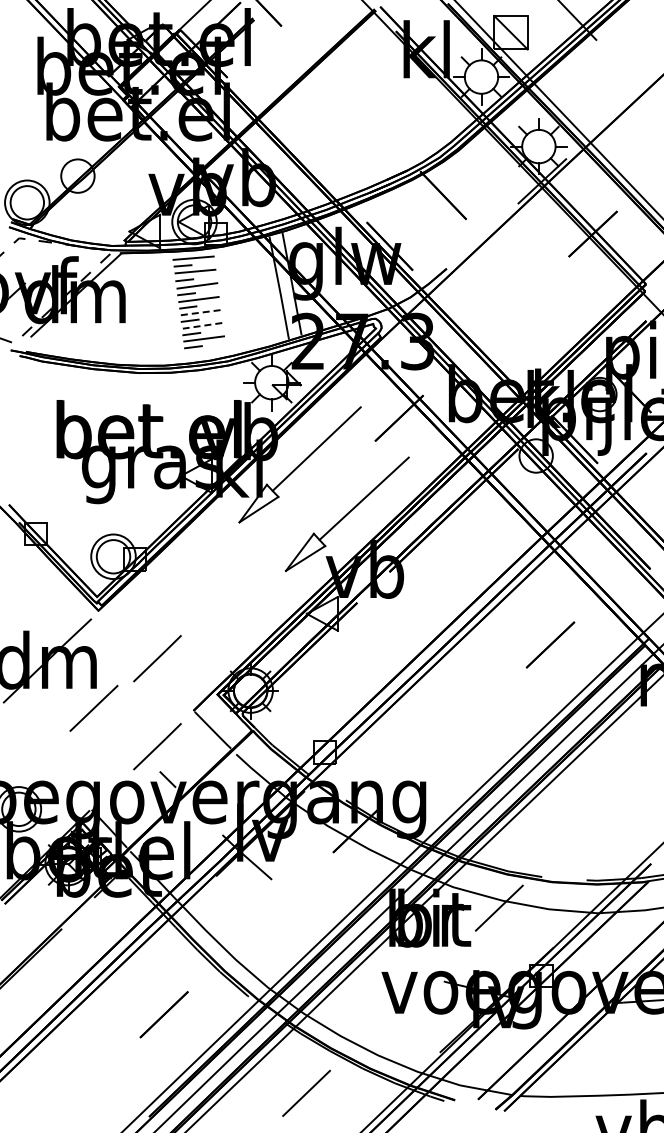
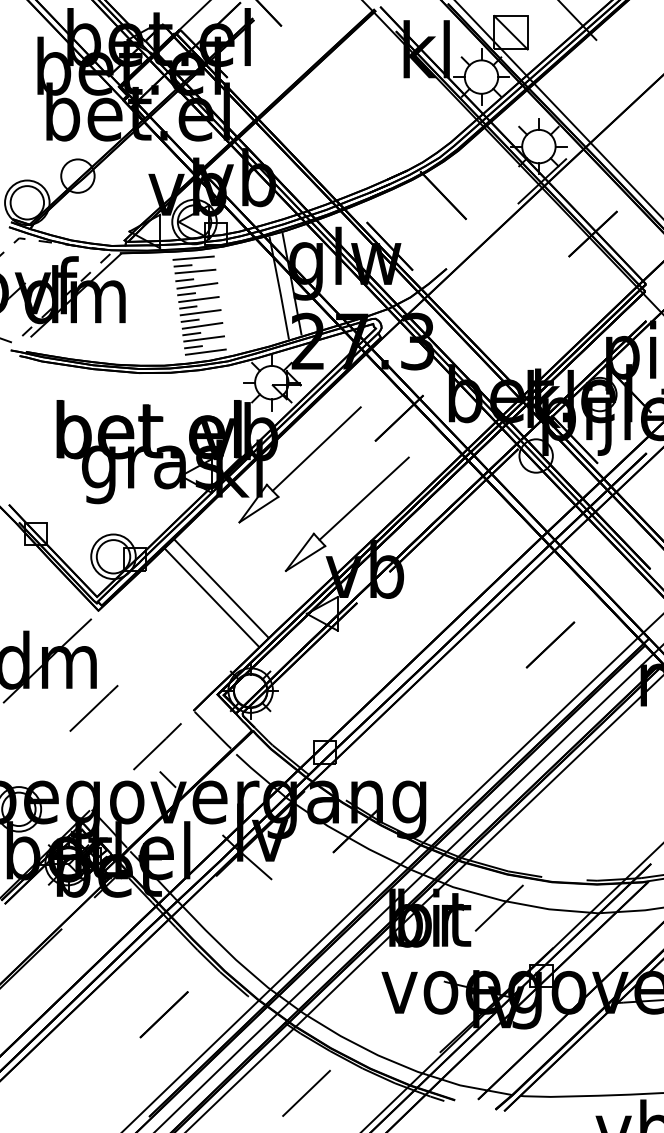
line at (200, 312): dashed -> solid
line at (202, 325): dashed -> solid
line at (205, 351): none -> present
line at (221, 588): none -> present
line at (211, 597): none -> present
line at (157, 658): present -> none
